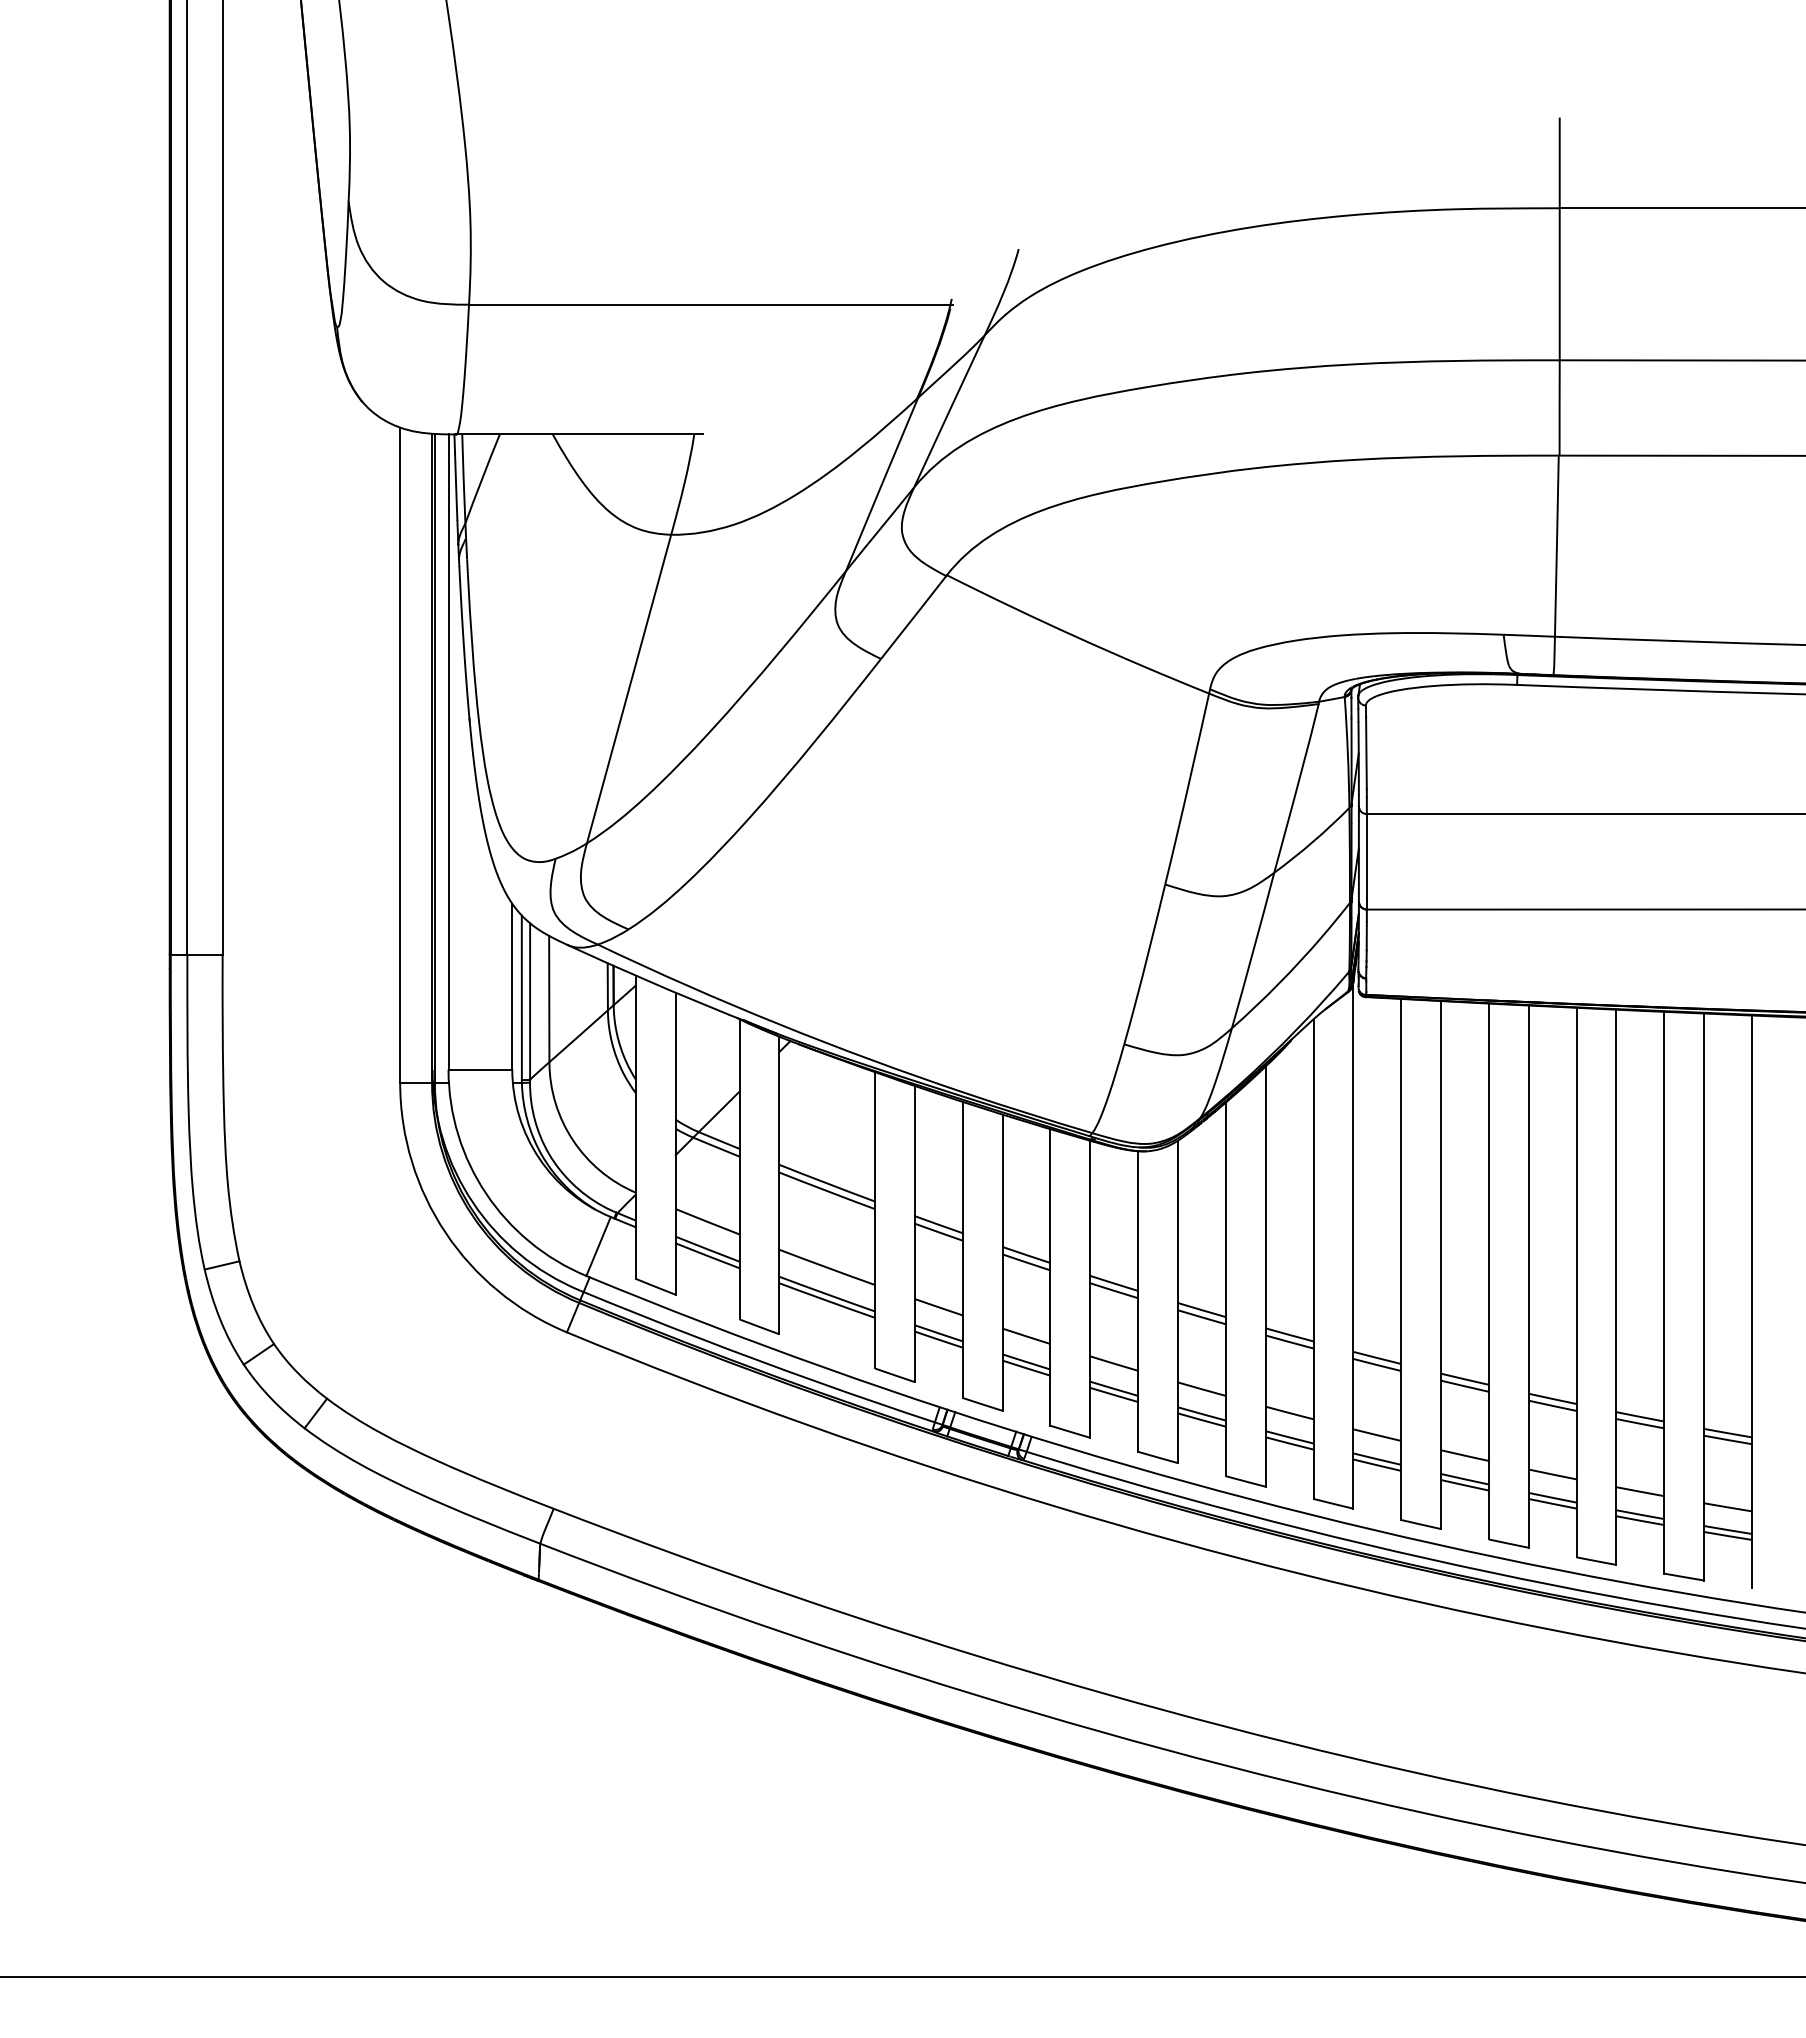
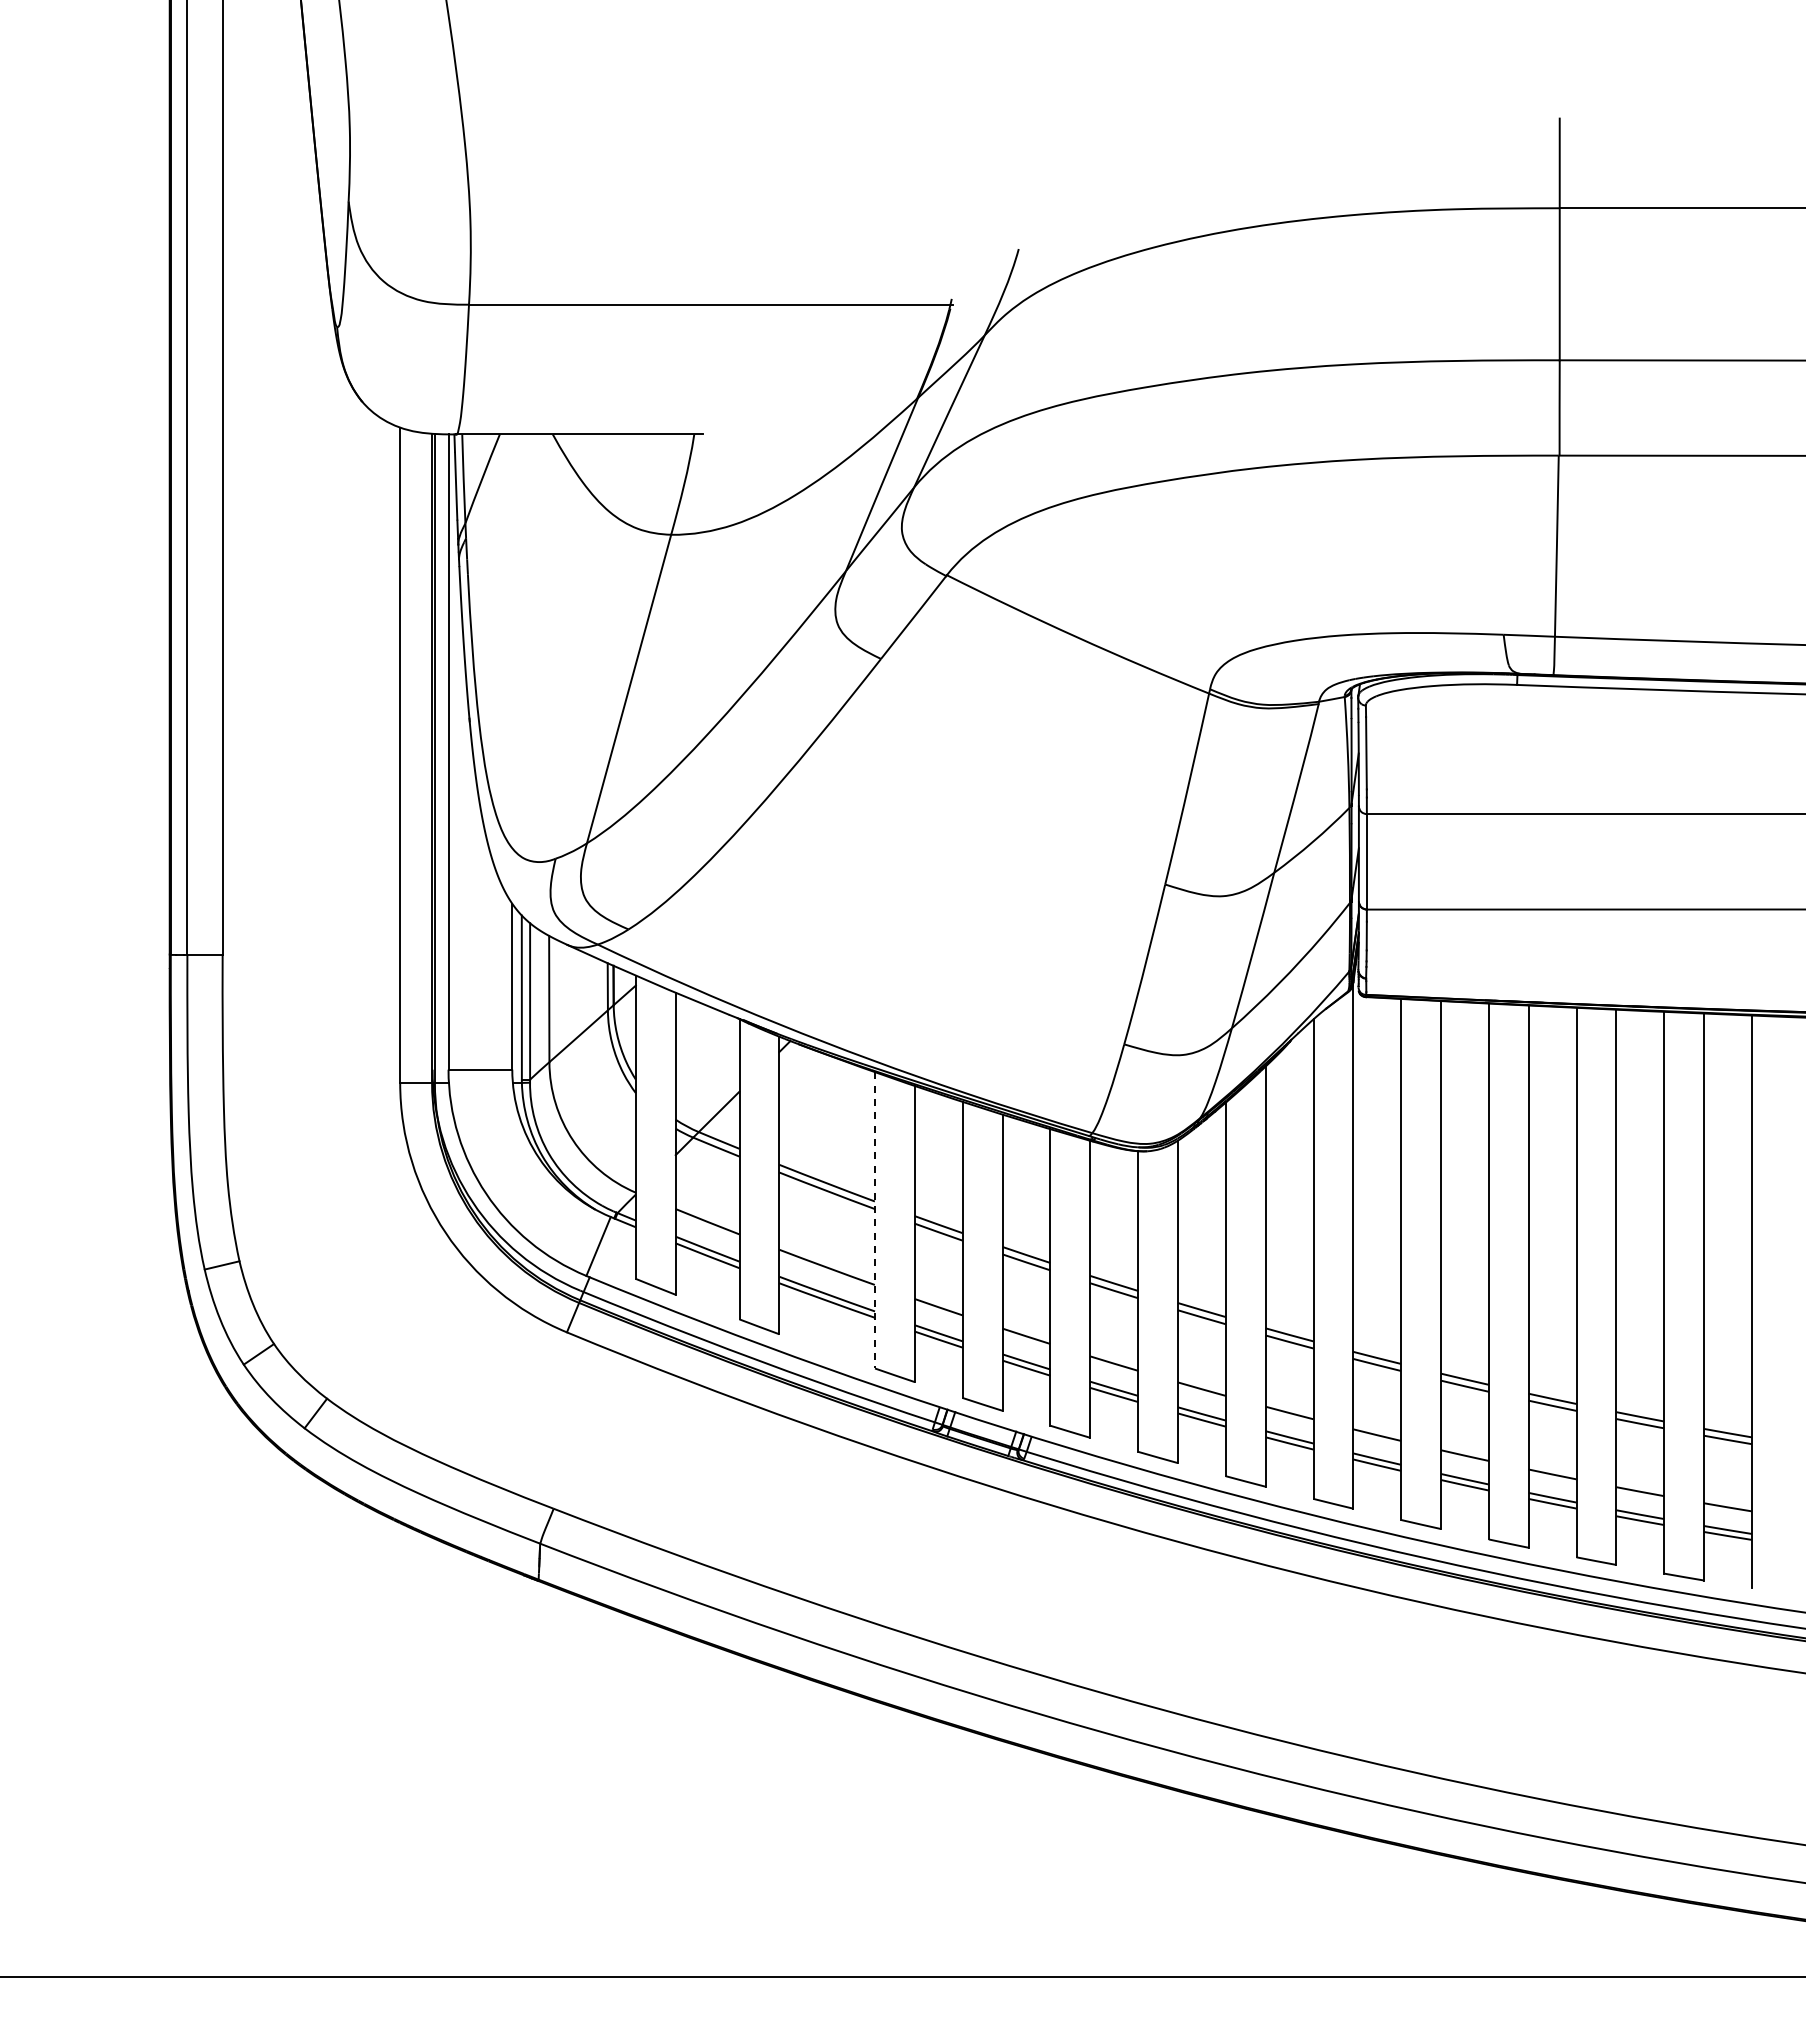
line at (875, 1220): solid -> dashed
